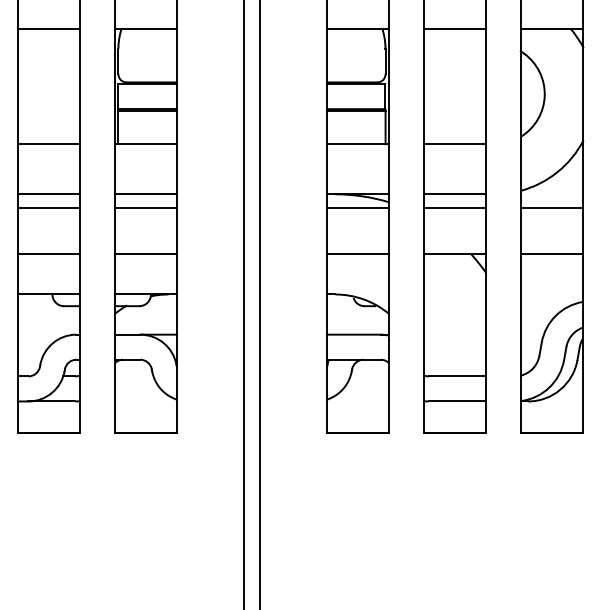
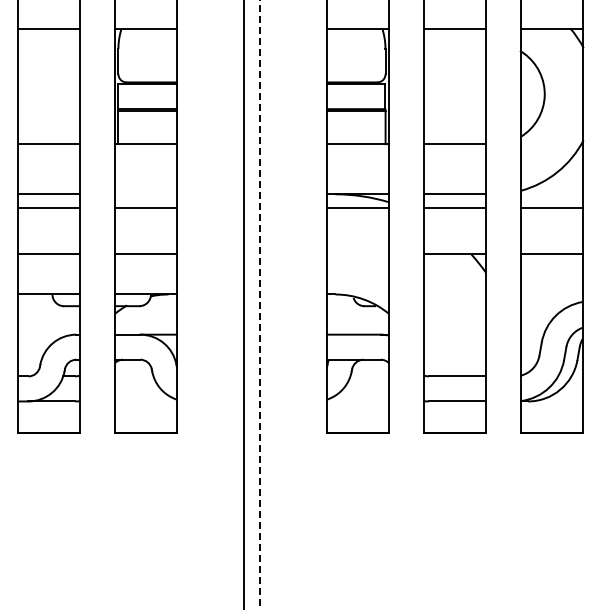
line at (145, 194): present -> none
line at (357, 254): present -> none
line at (260, 304): solid -> dashed
